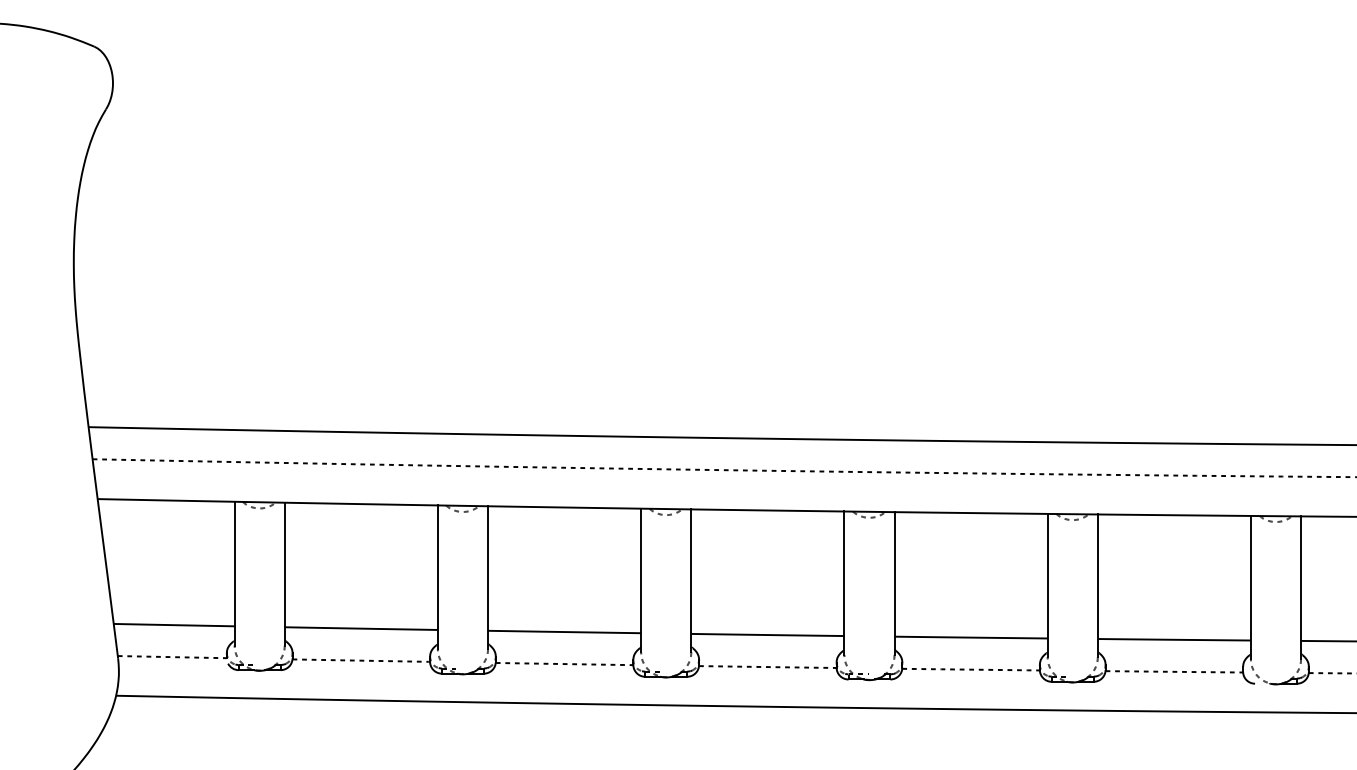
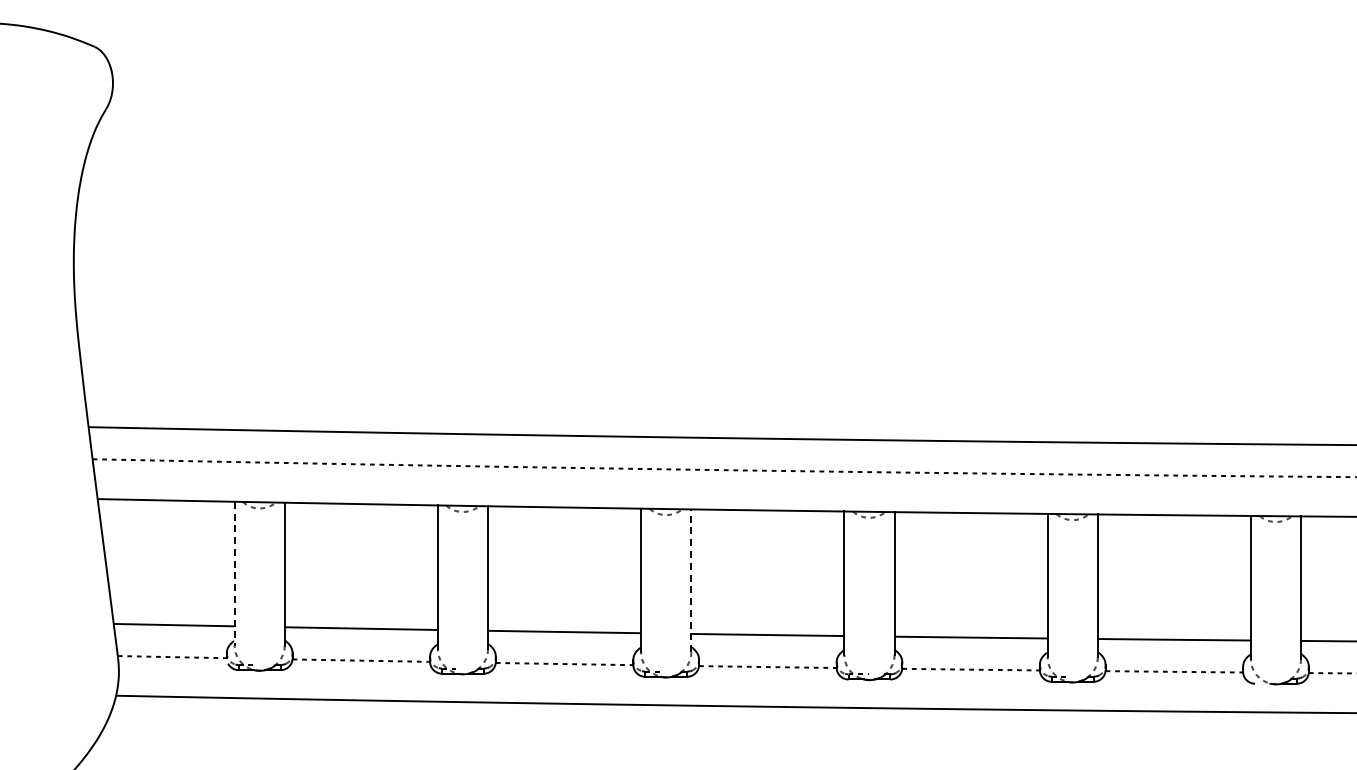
line at (234, 573): solid -> dashed
line at (691, 580): solid -> dashed
